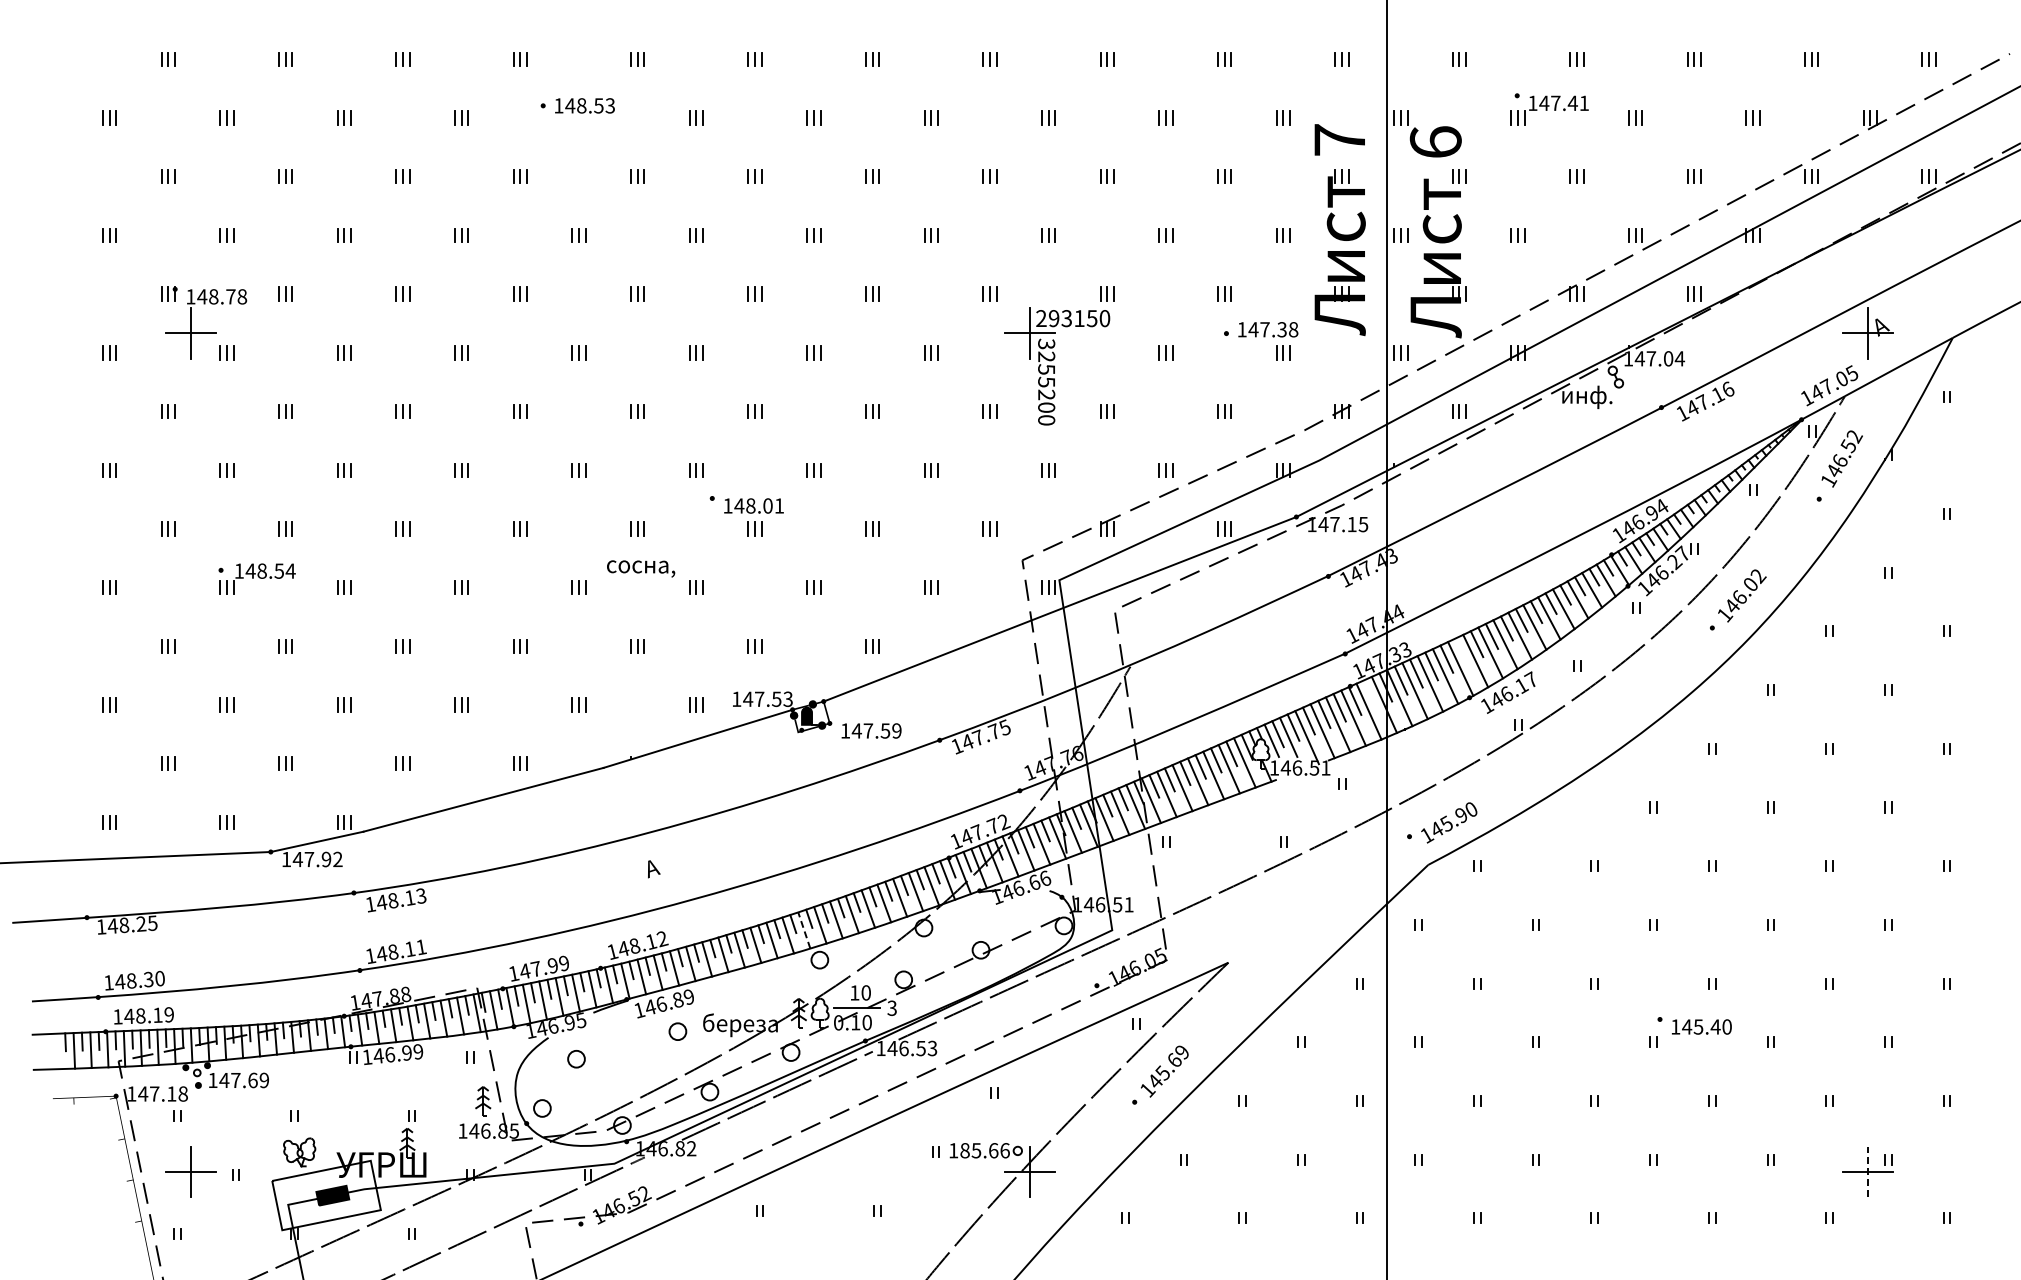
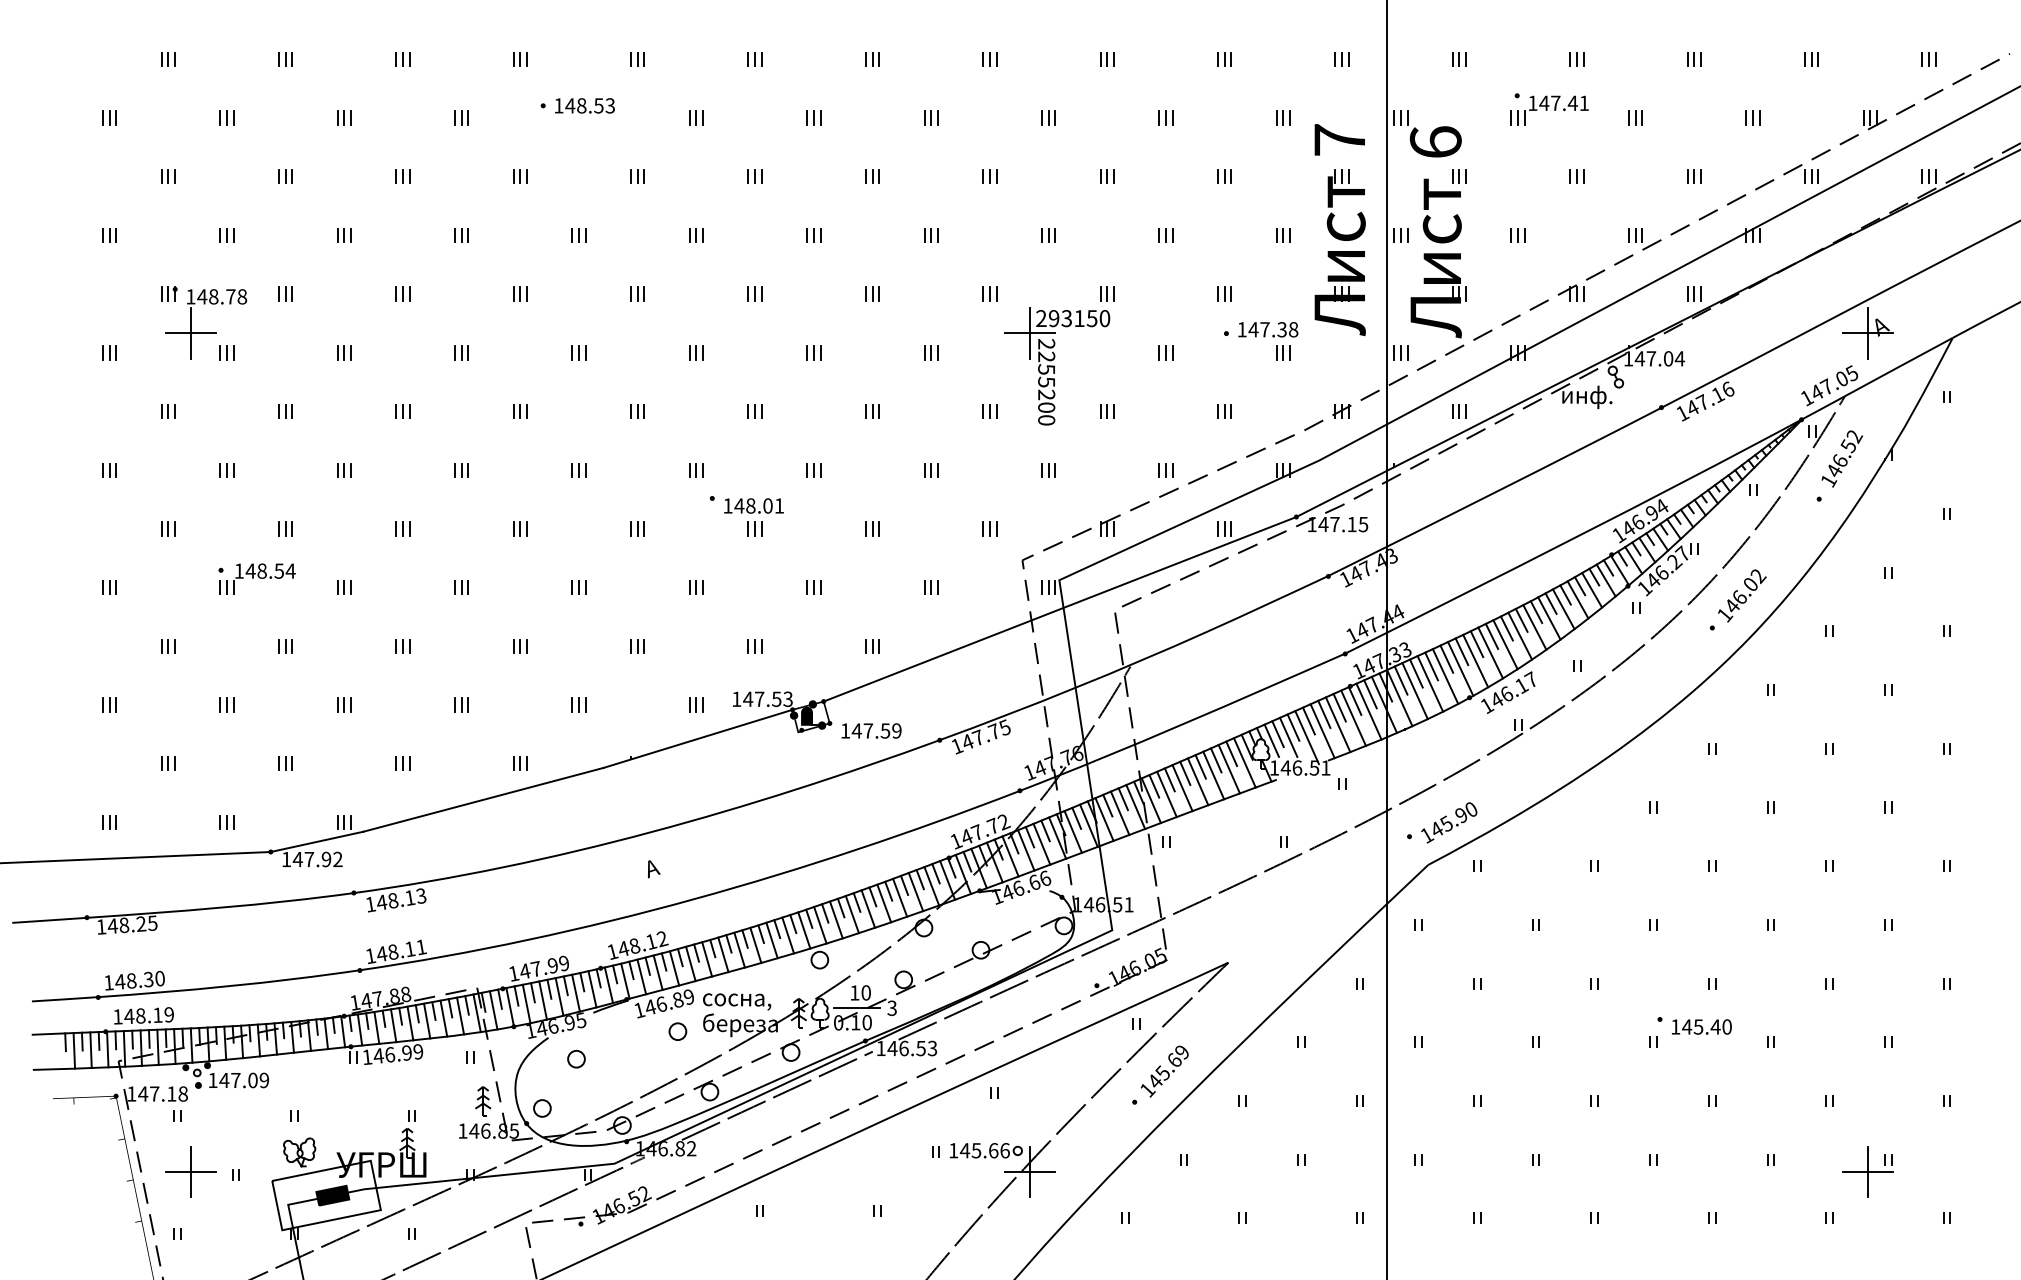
text at (1046, 343): 3255200 -> 2255200
text at (641, 568) position: (641, 568) -> (737, 1001)
line at (1461, 651): none -> present
line at (1370, 694): none -> present
line at (804, 930): dashed -> solid
text at (252, 1080): 147.69 -> 147.09
text at (964, 1150): 185.66 -> 145.66
line at (1868, 1171): dashed -> solid
